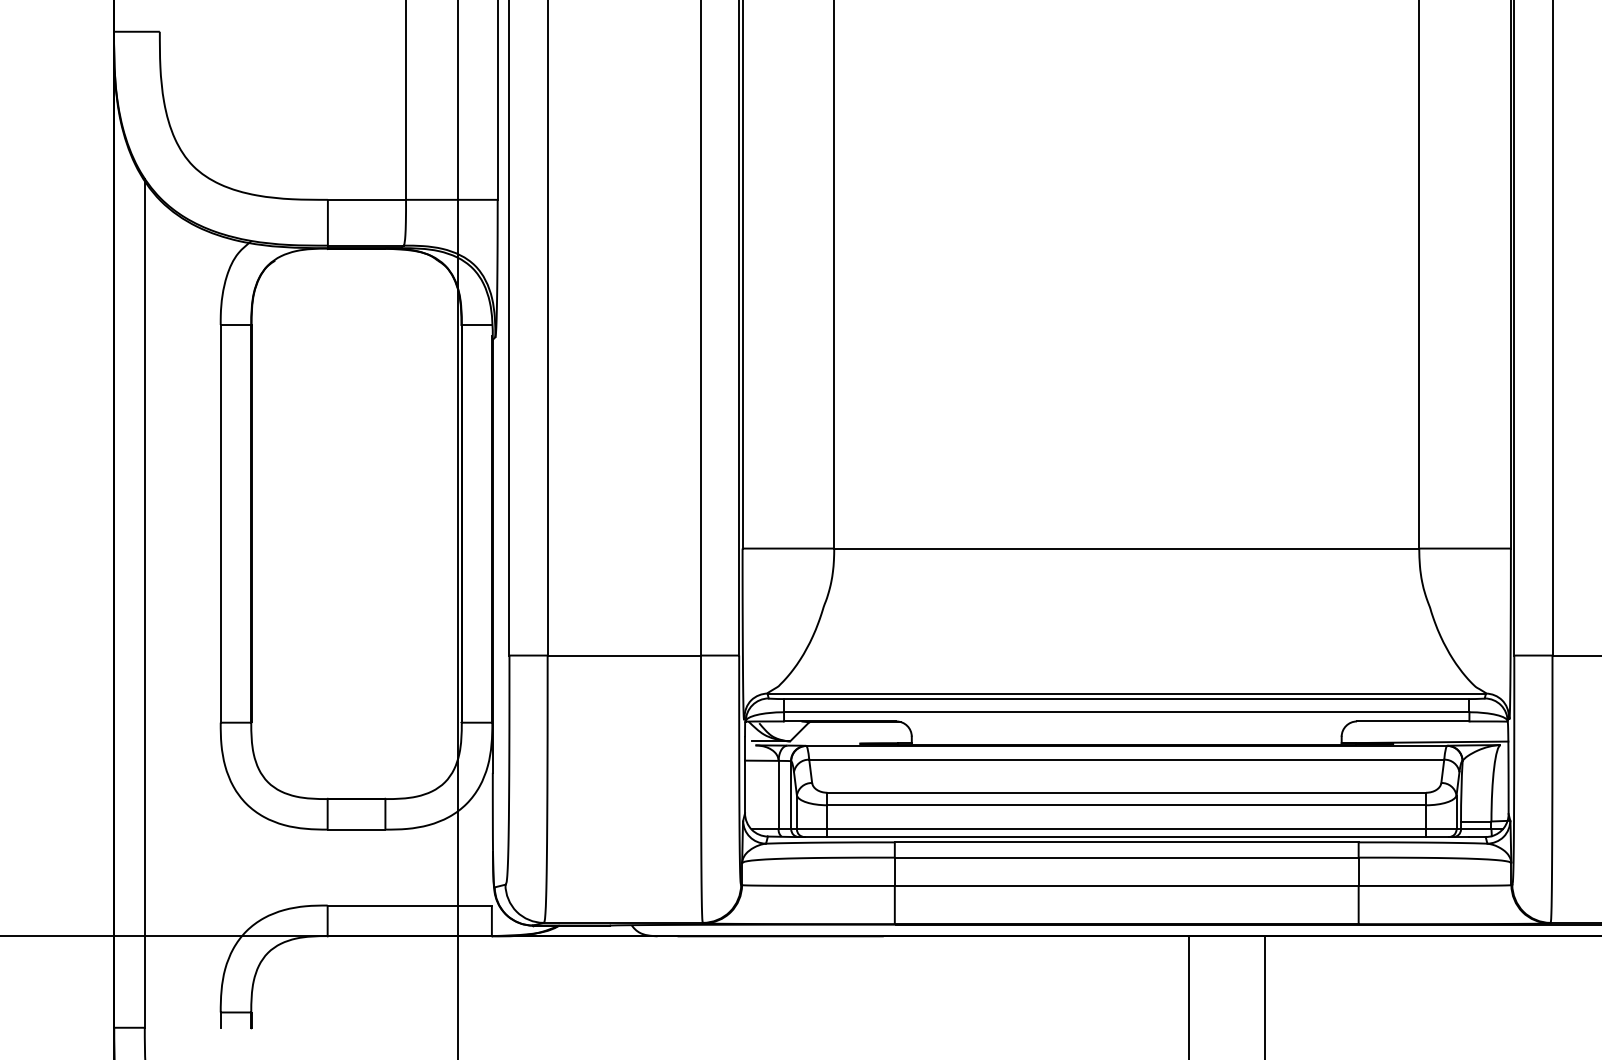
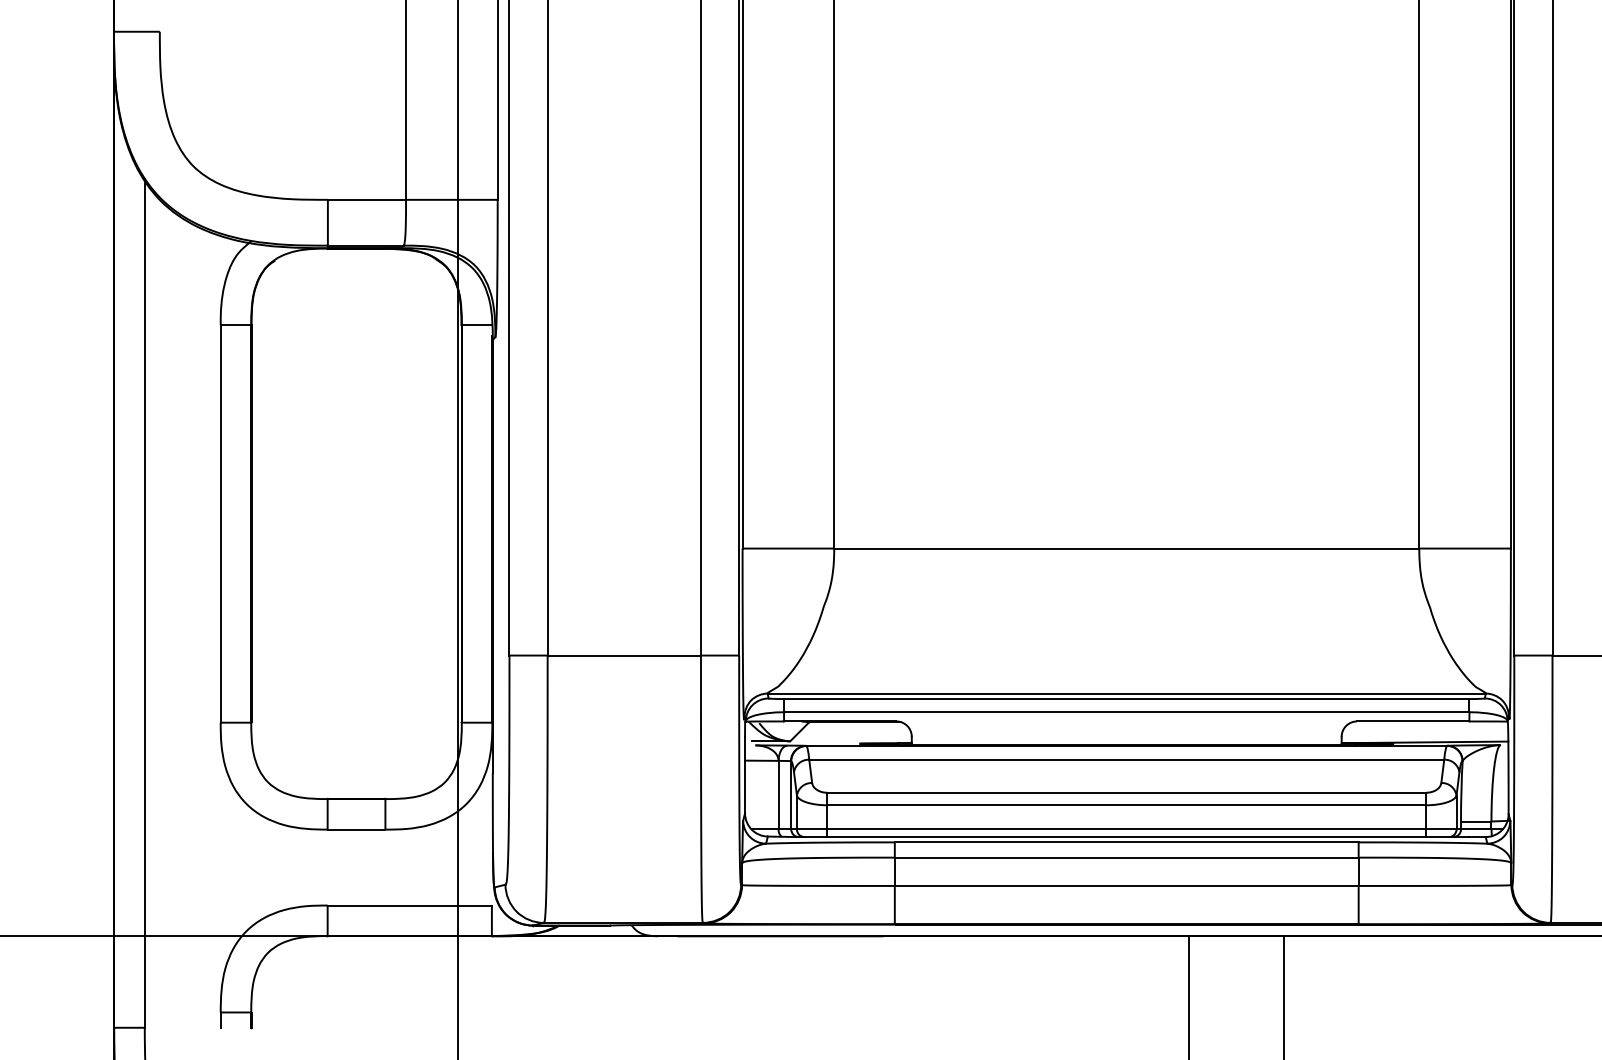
line at (1265, 996) position: (1265, 996) -> (1284, 996)
